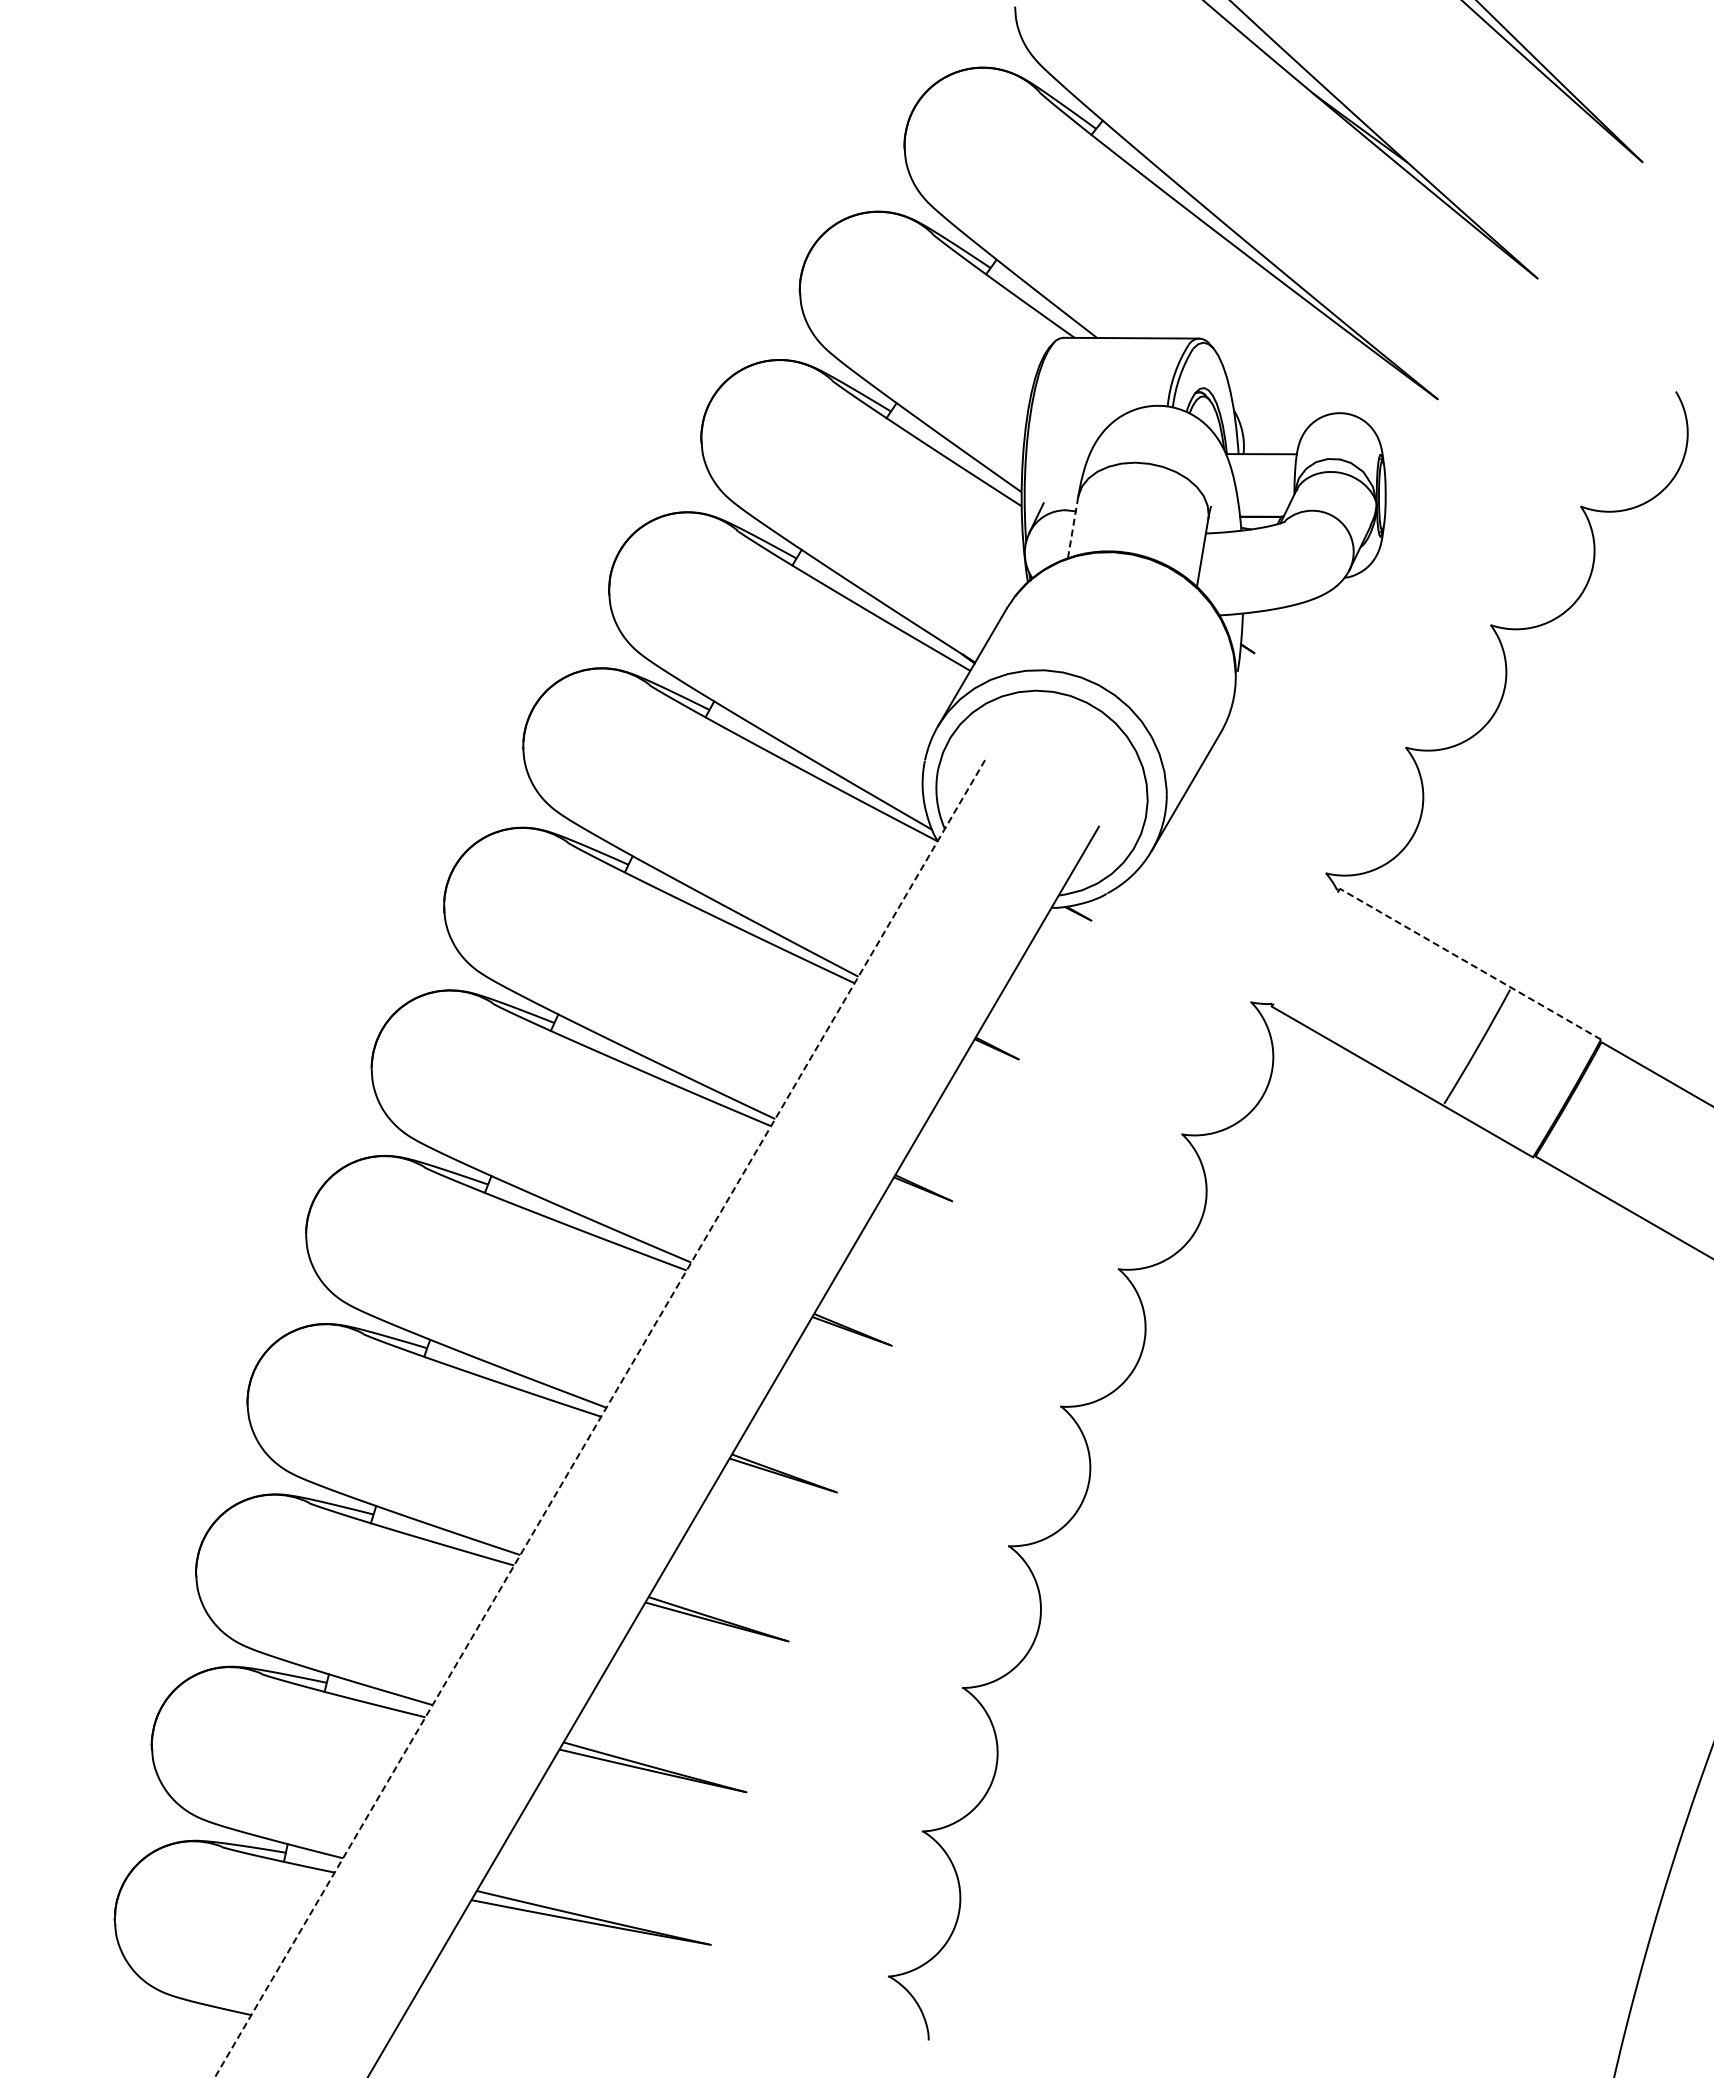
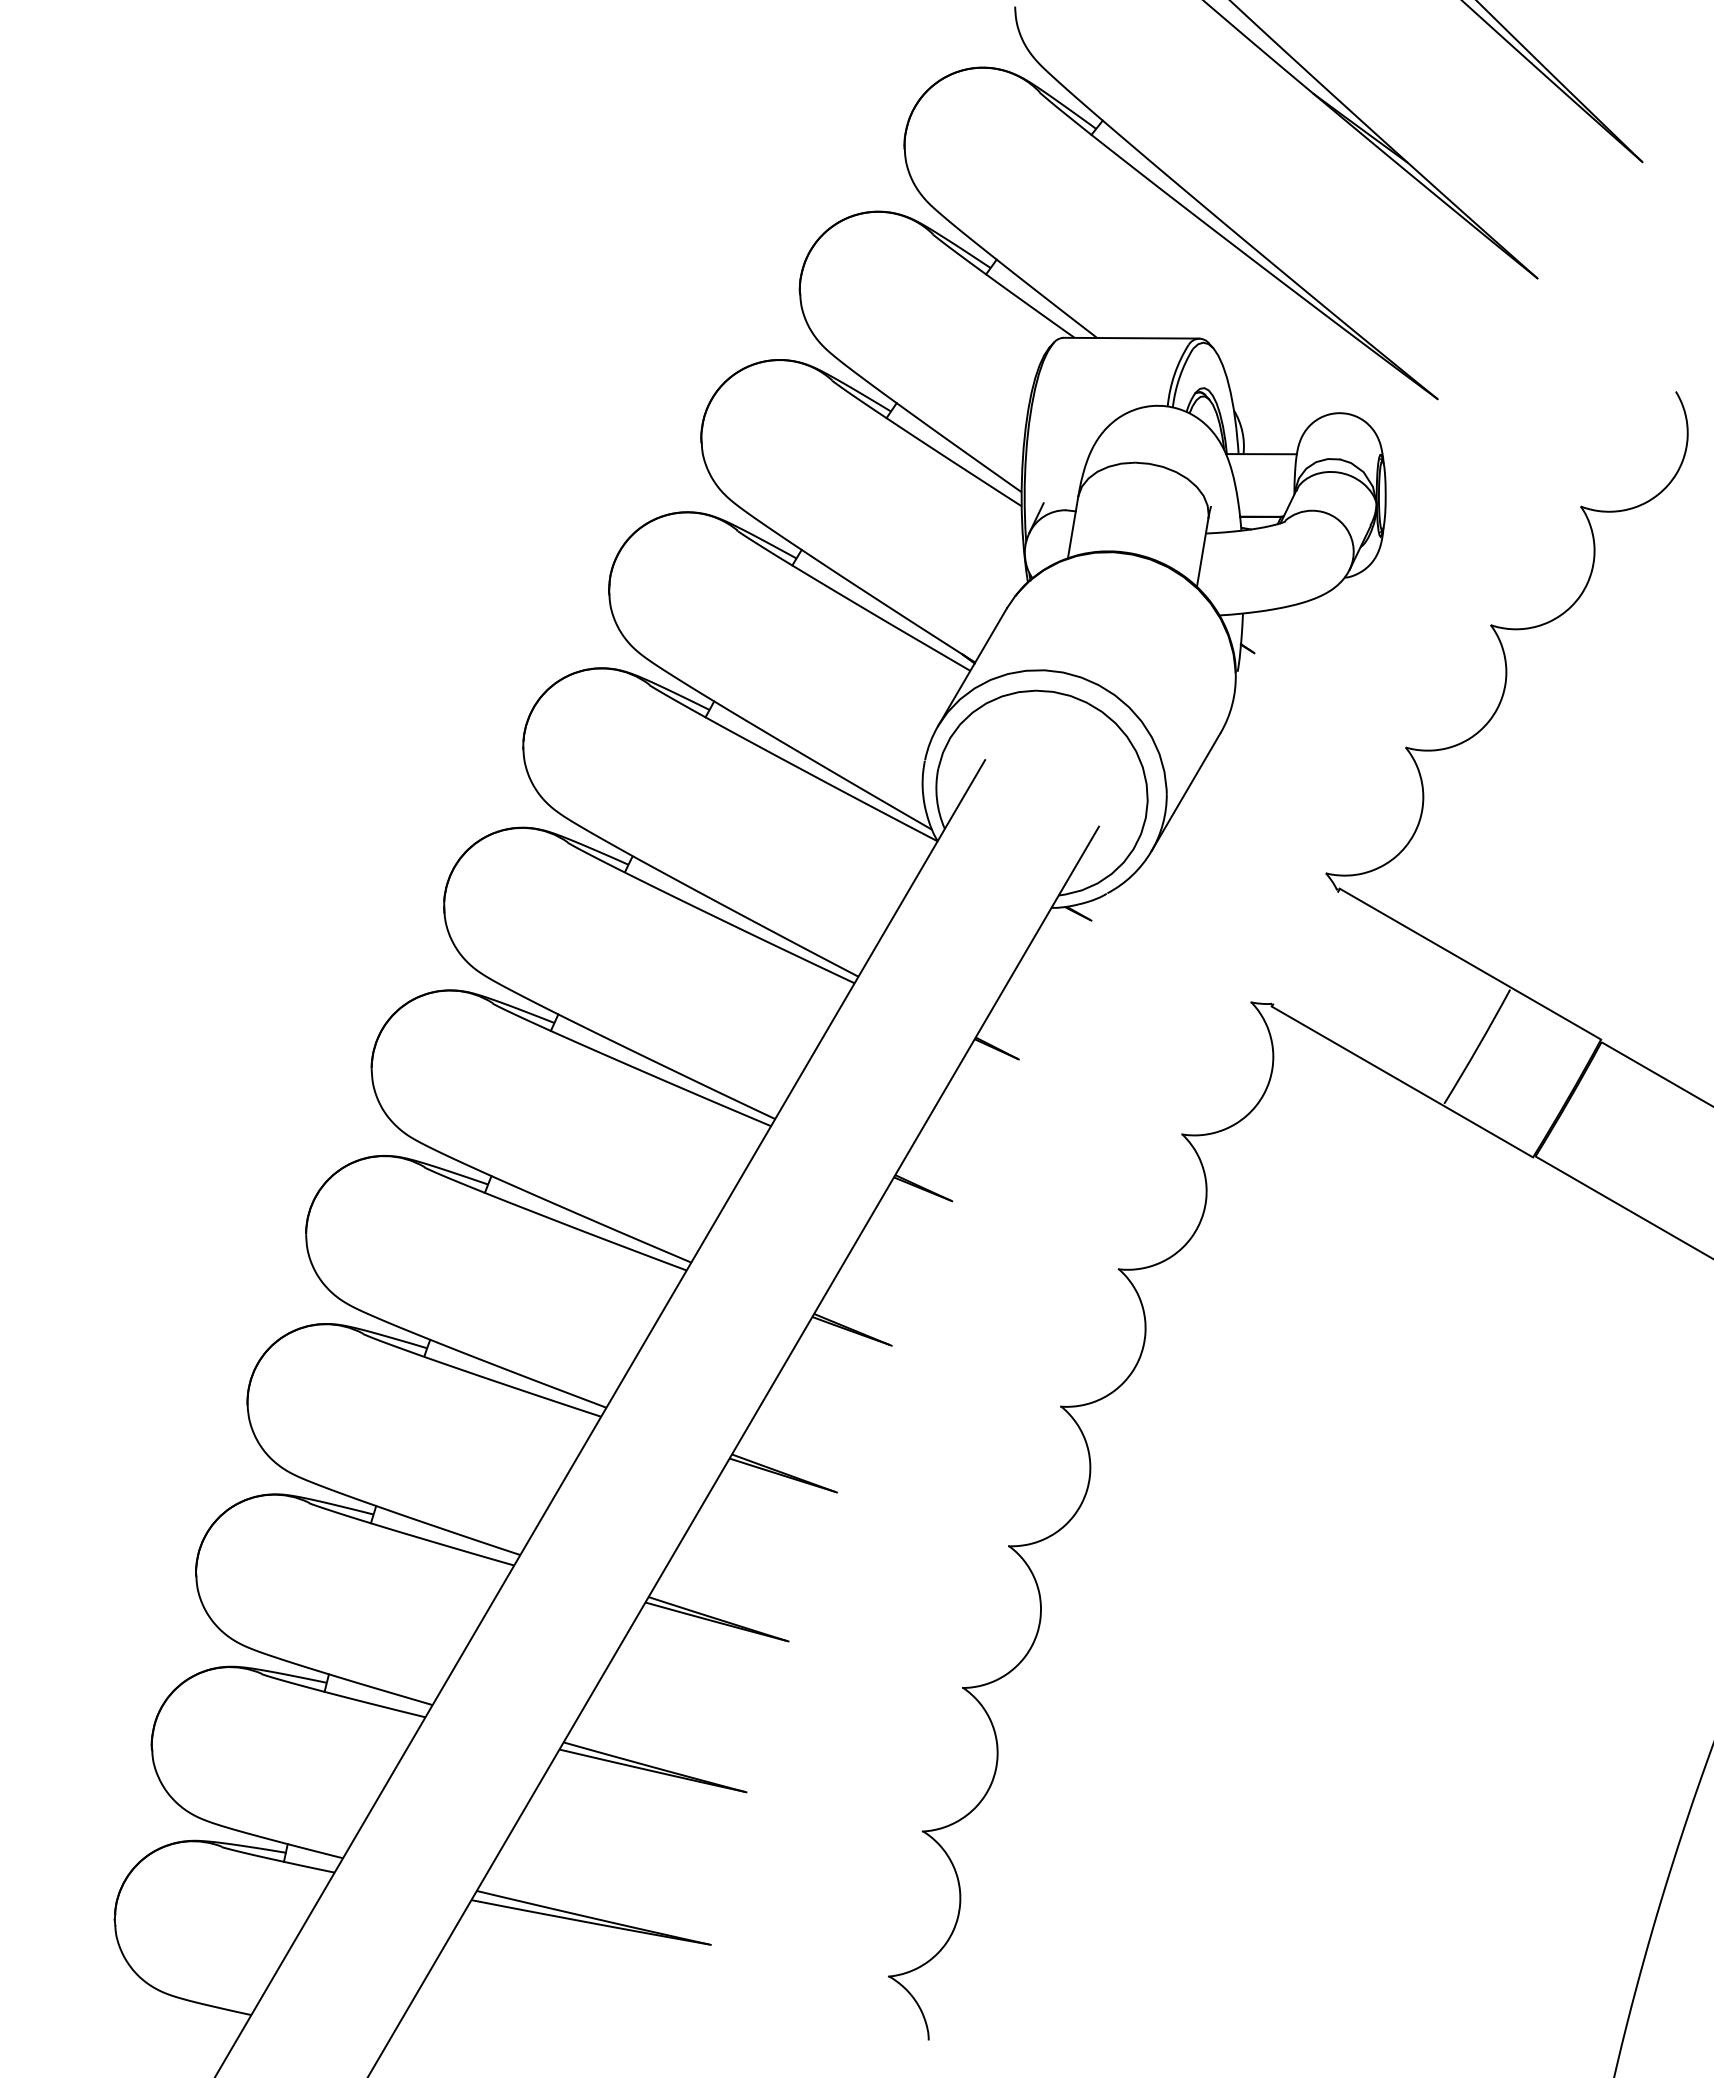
line at (1072, 528): dashed -> solid
line at (1470, 964): dashed -> solid
line at (599, 1419): dashed -> solid
